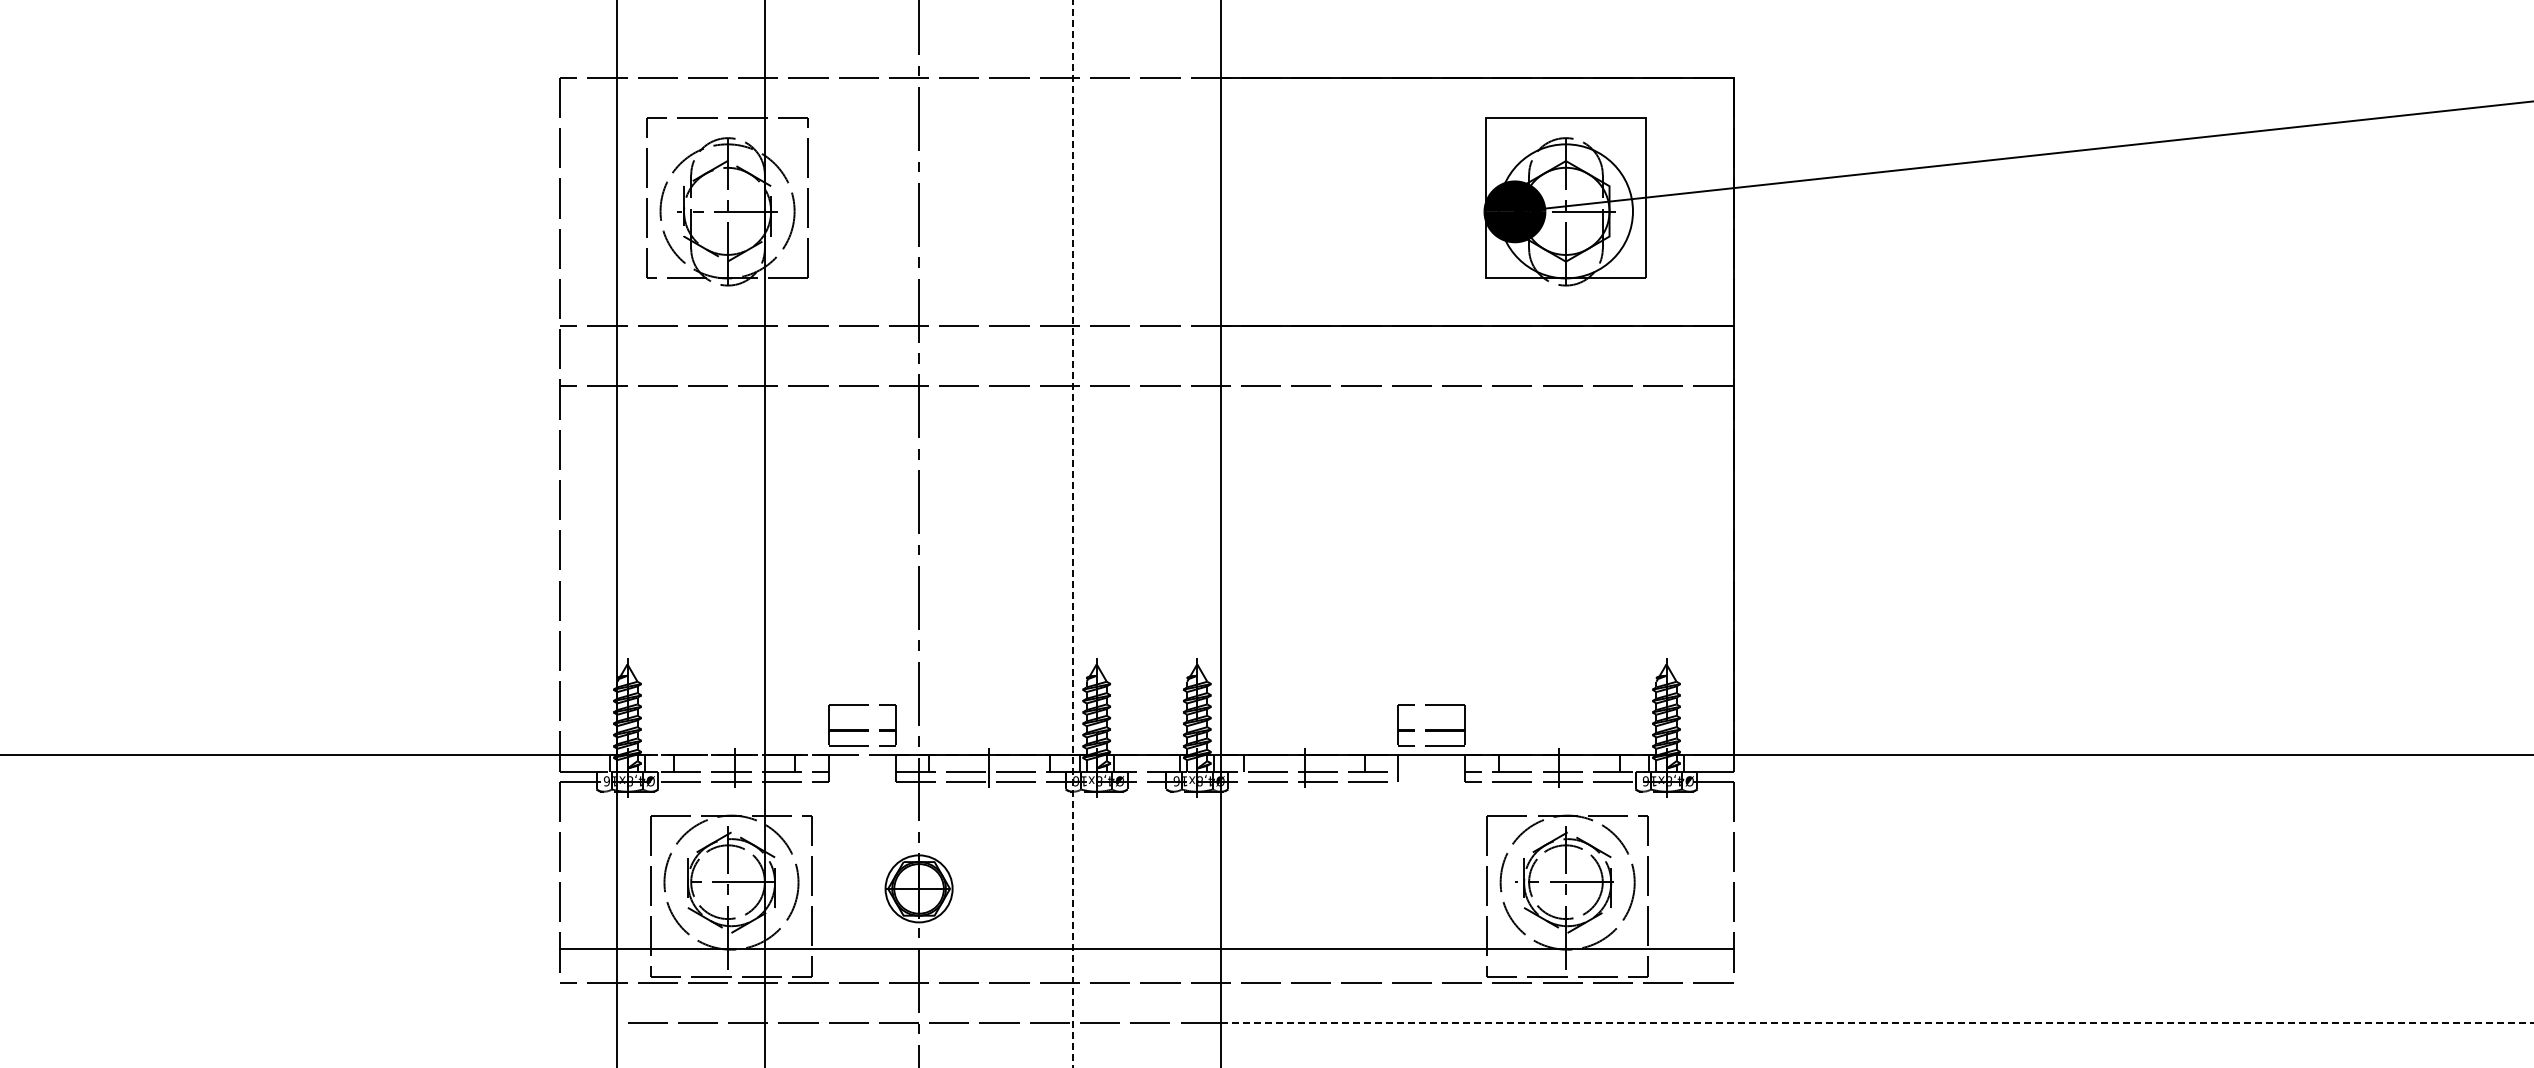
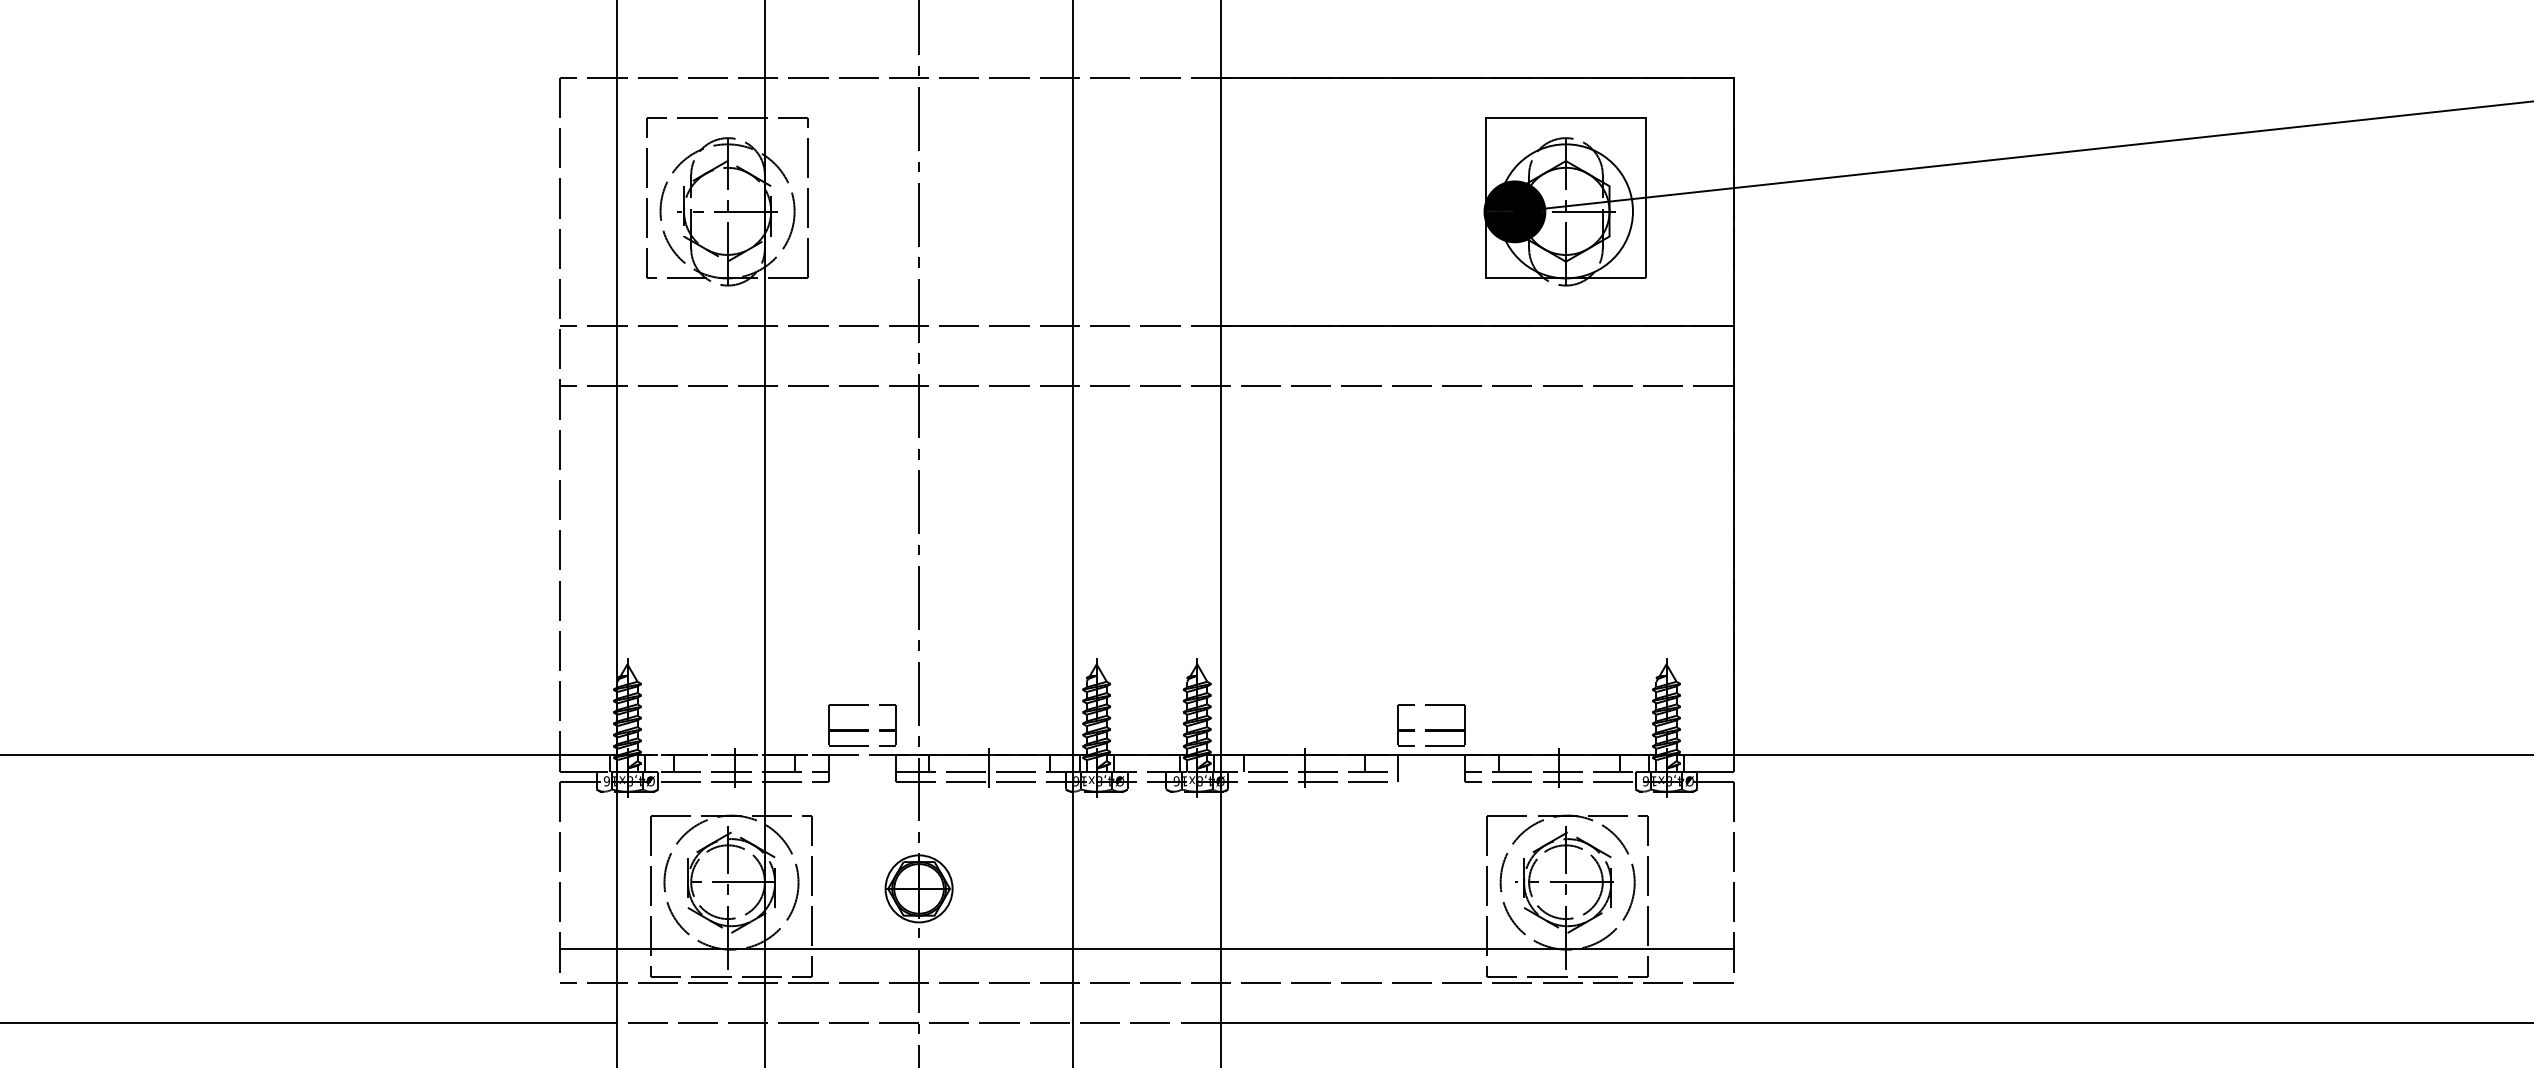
line at (1073, 534): dashed -> solid
line at (309, 1022): none -> present
line at (1876, 1022): dashed -> solid
